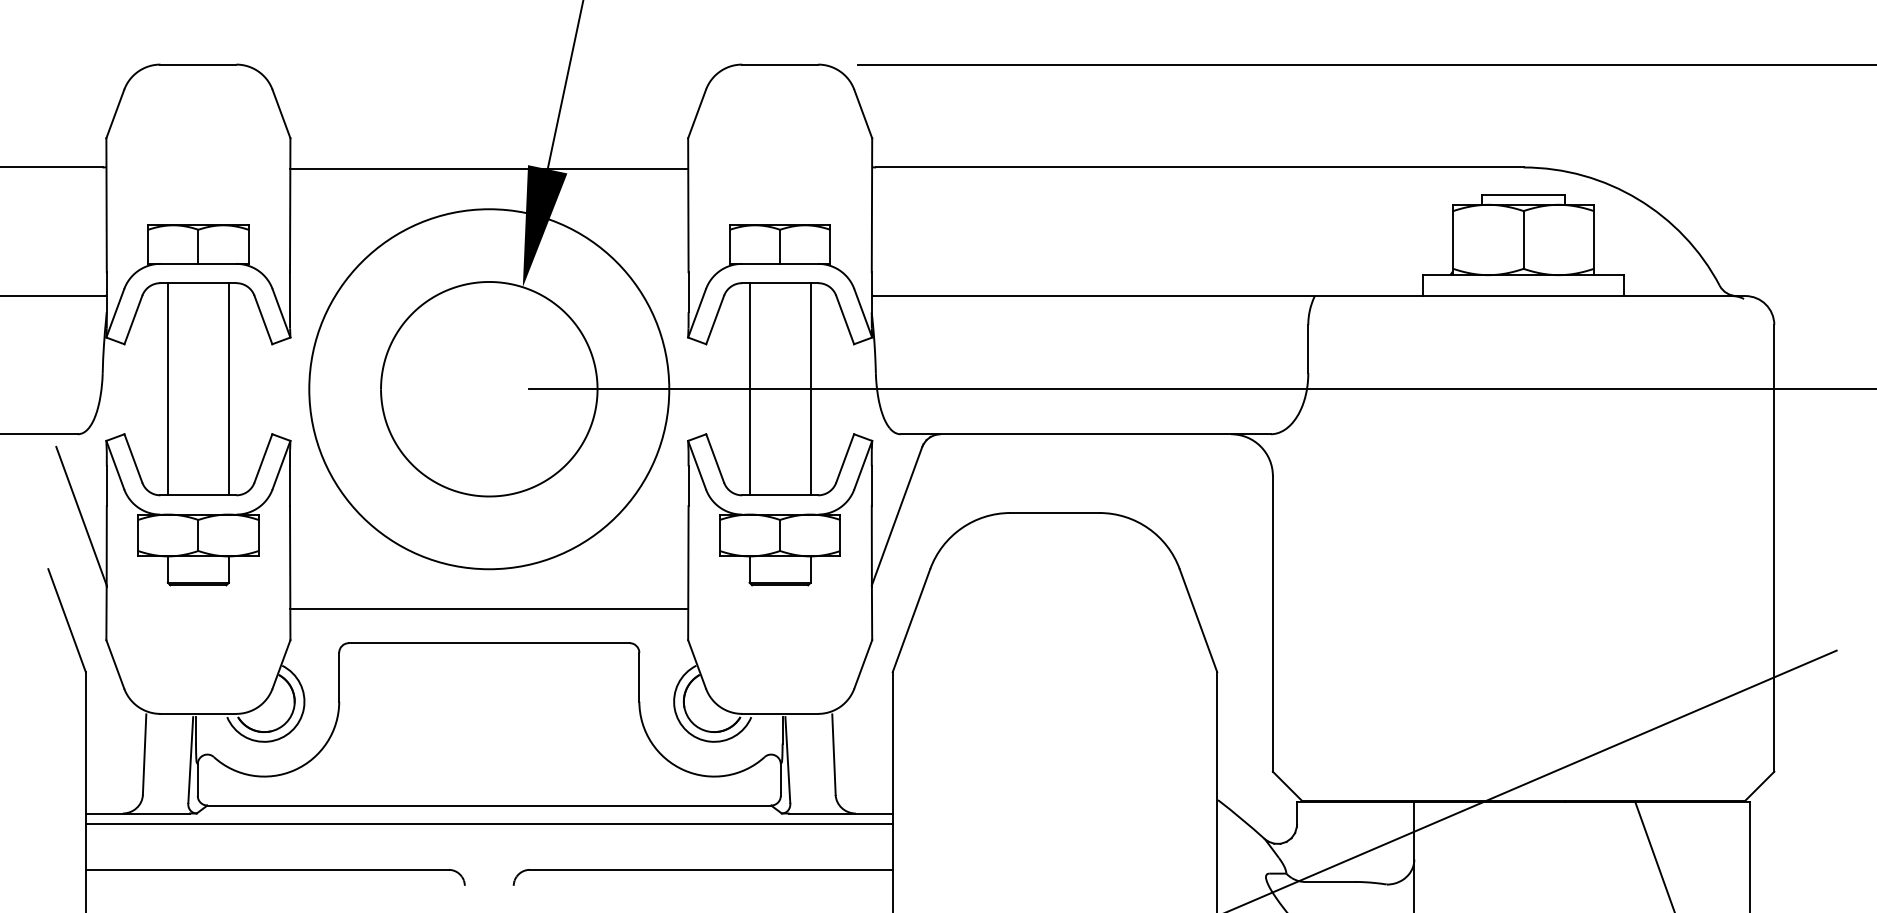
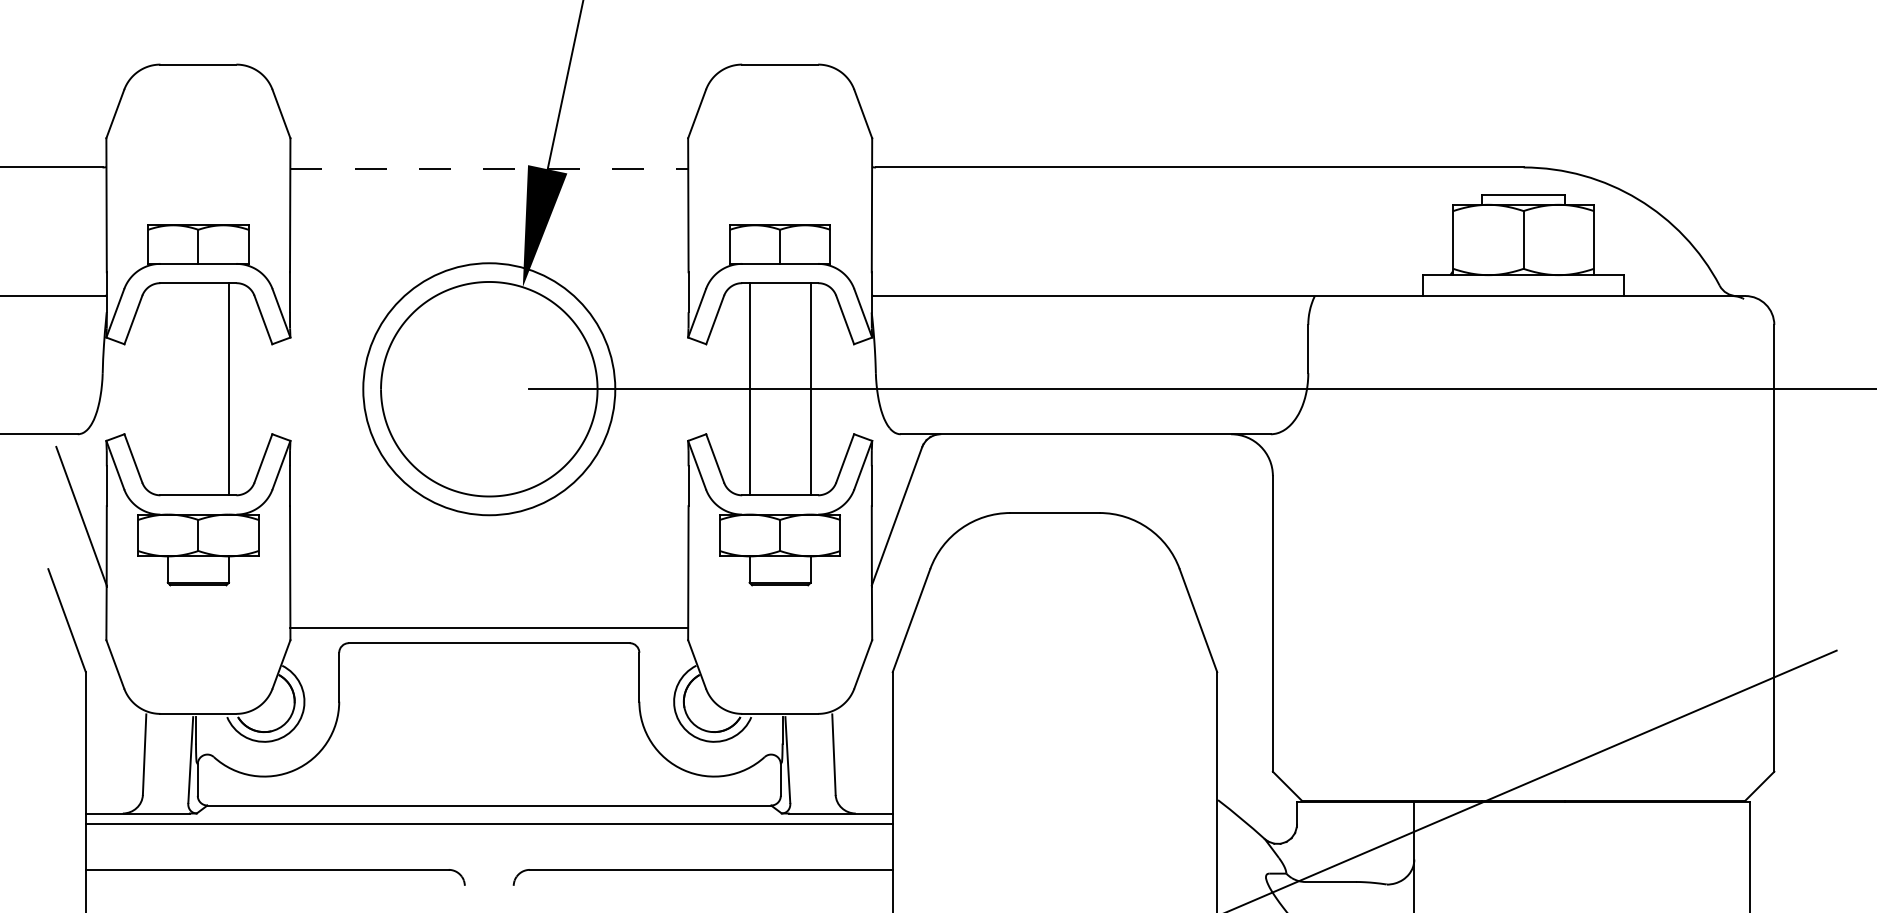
line at (1365, 64): present -> none
line at (489, 169): solid -> dashed
line at (167, 389): present -> none
circle at (489, 389) diameter: 360 px -> 252 px
line at (489, 609) position: (489, 609) -> (489, 628)
line at (1654, 855): present -> none
